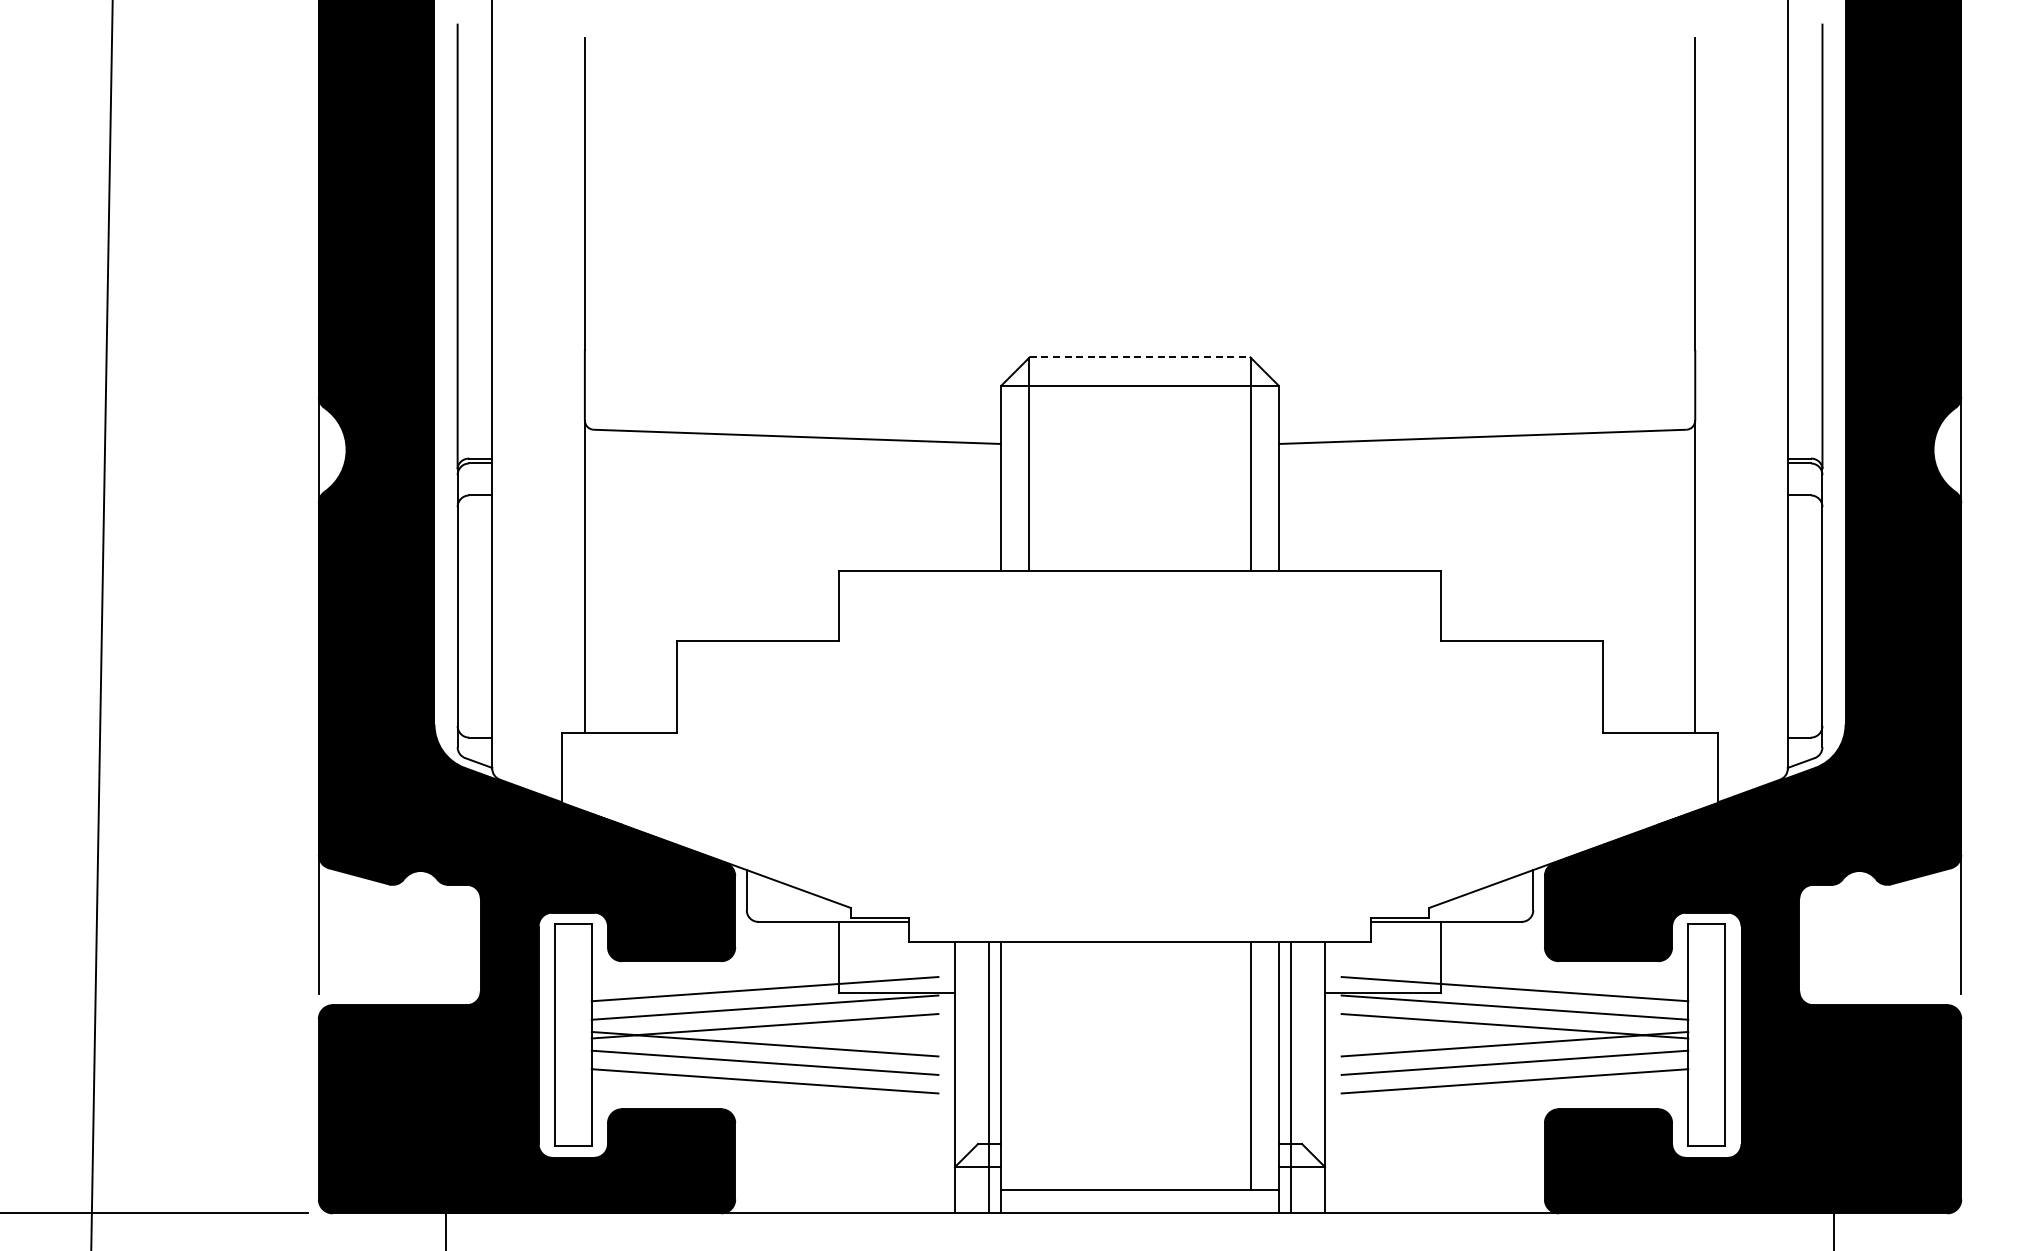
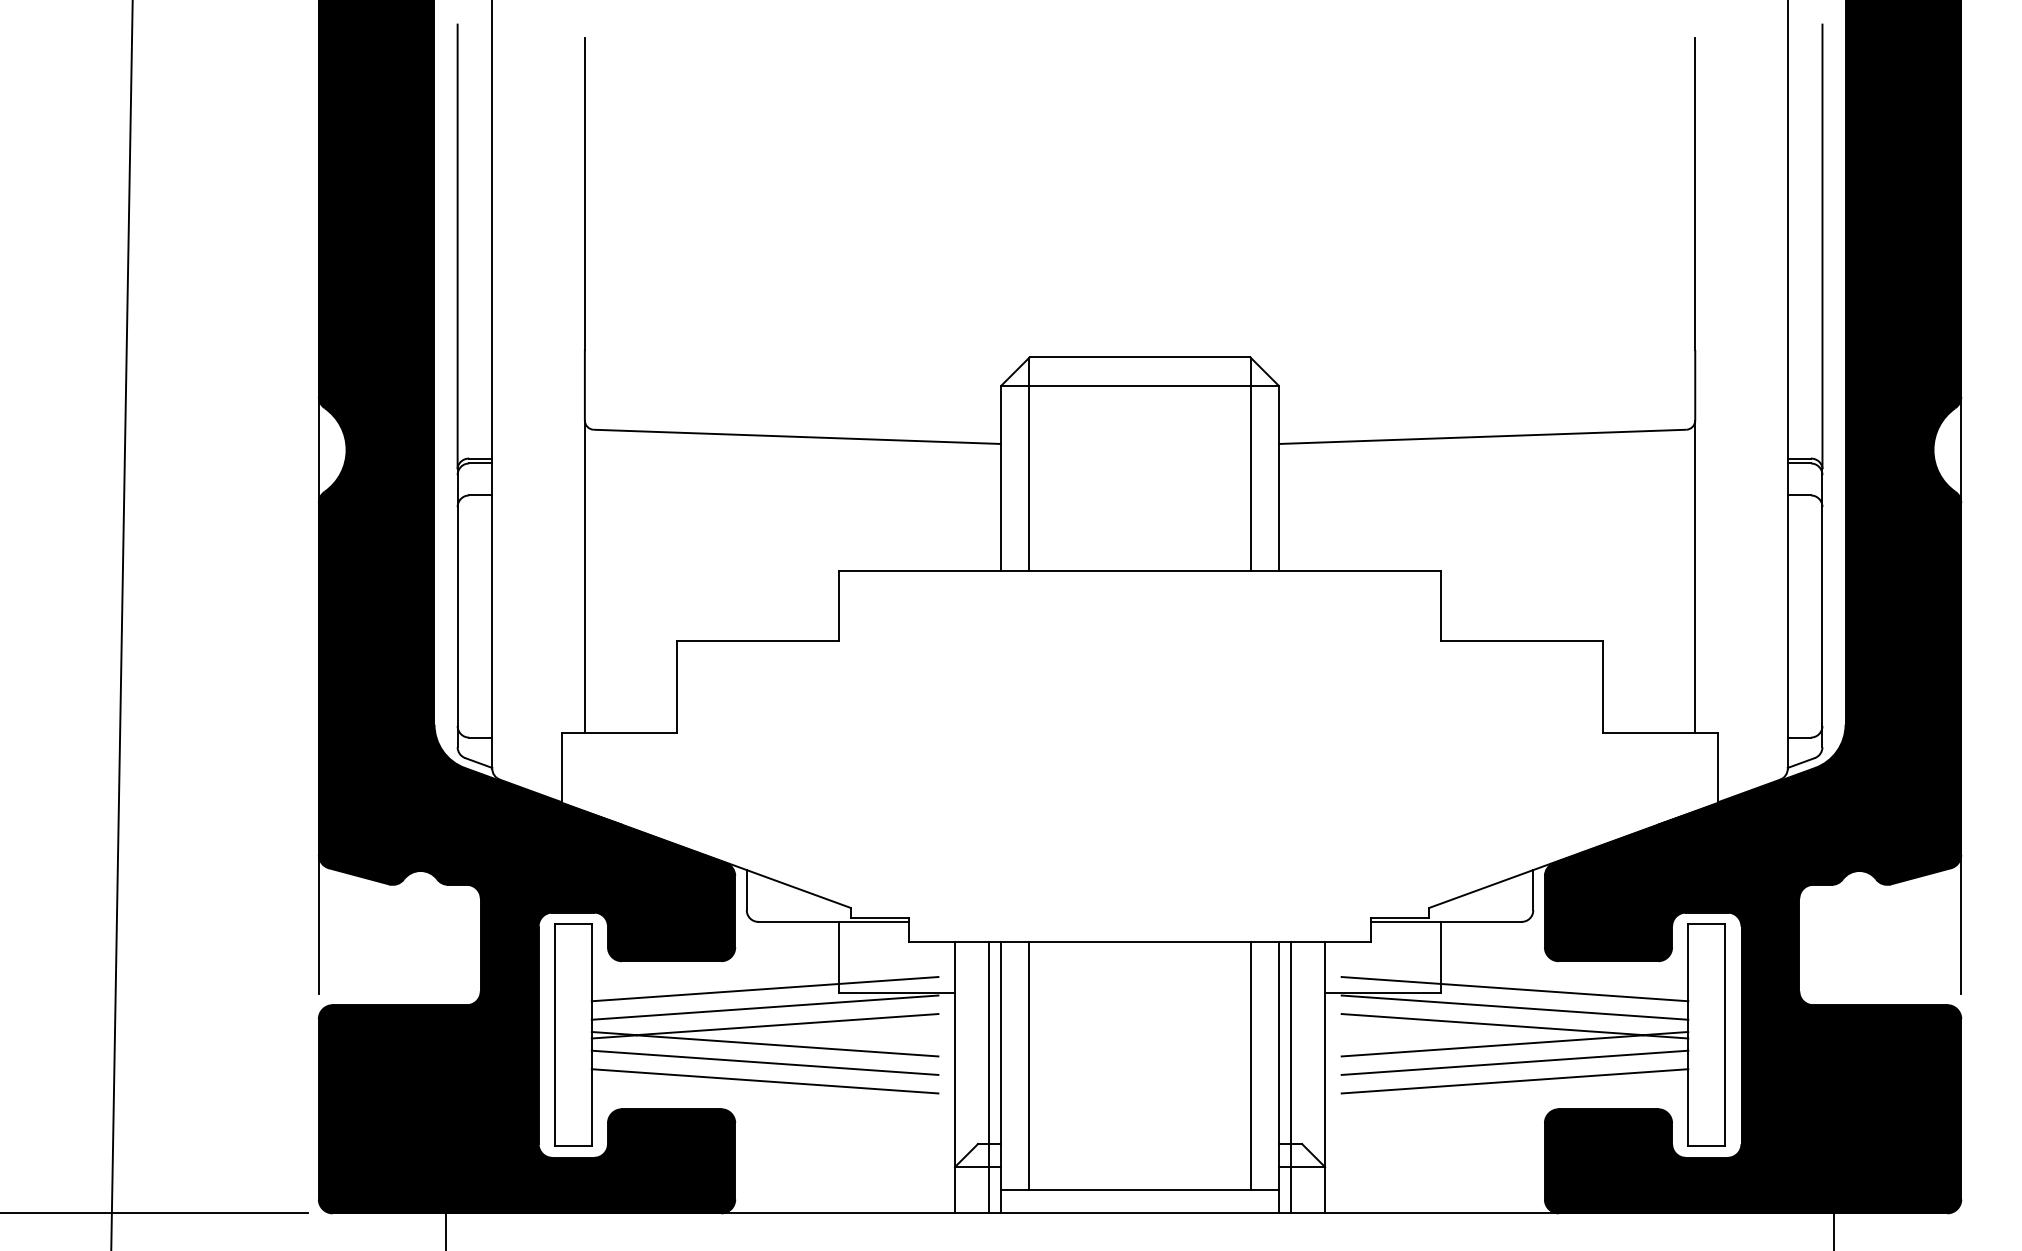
line at (1140, 357): dashed -> solid
line at (101, 624) position: (101, 624) -> (121, 624)
line at (1028, 1065): none -> present
